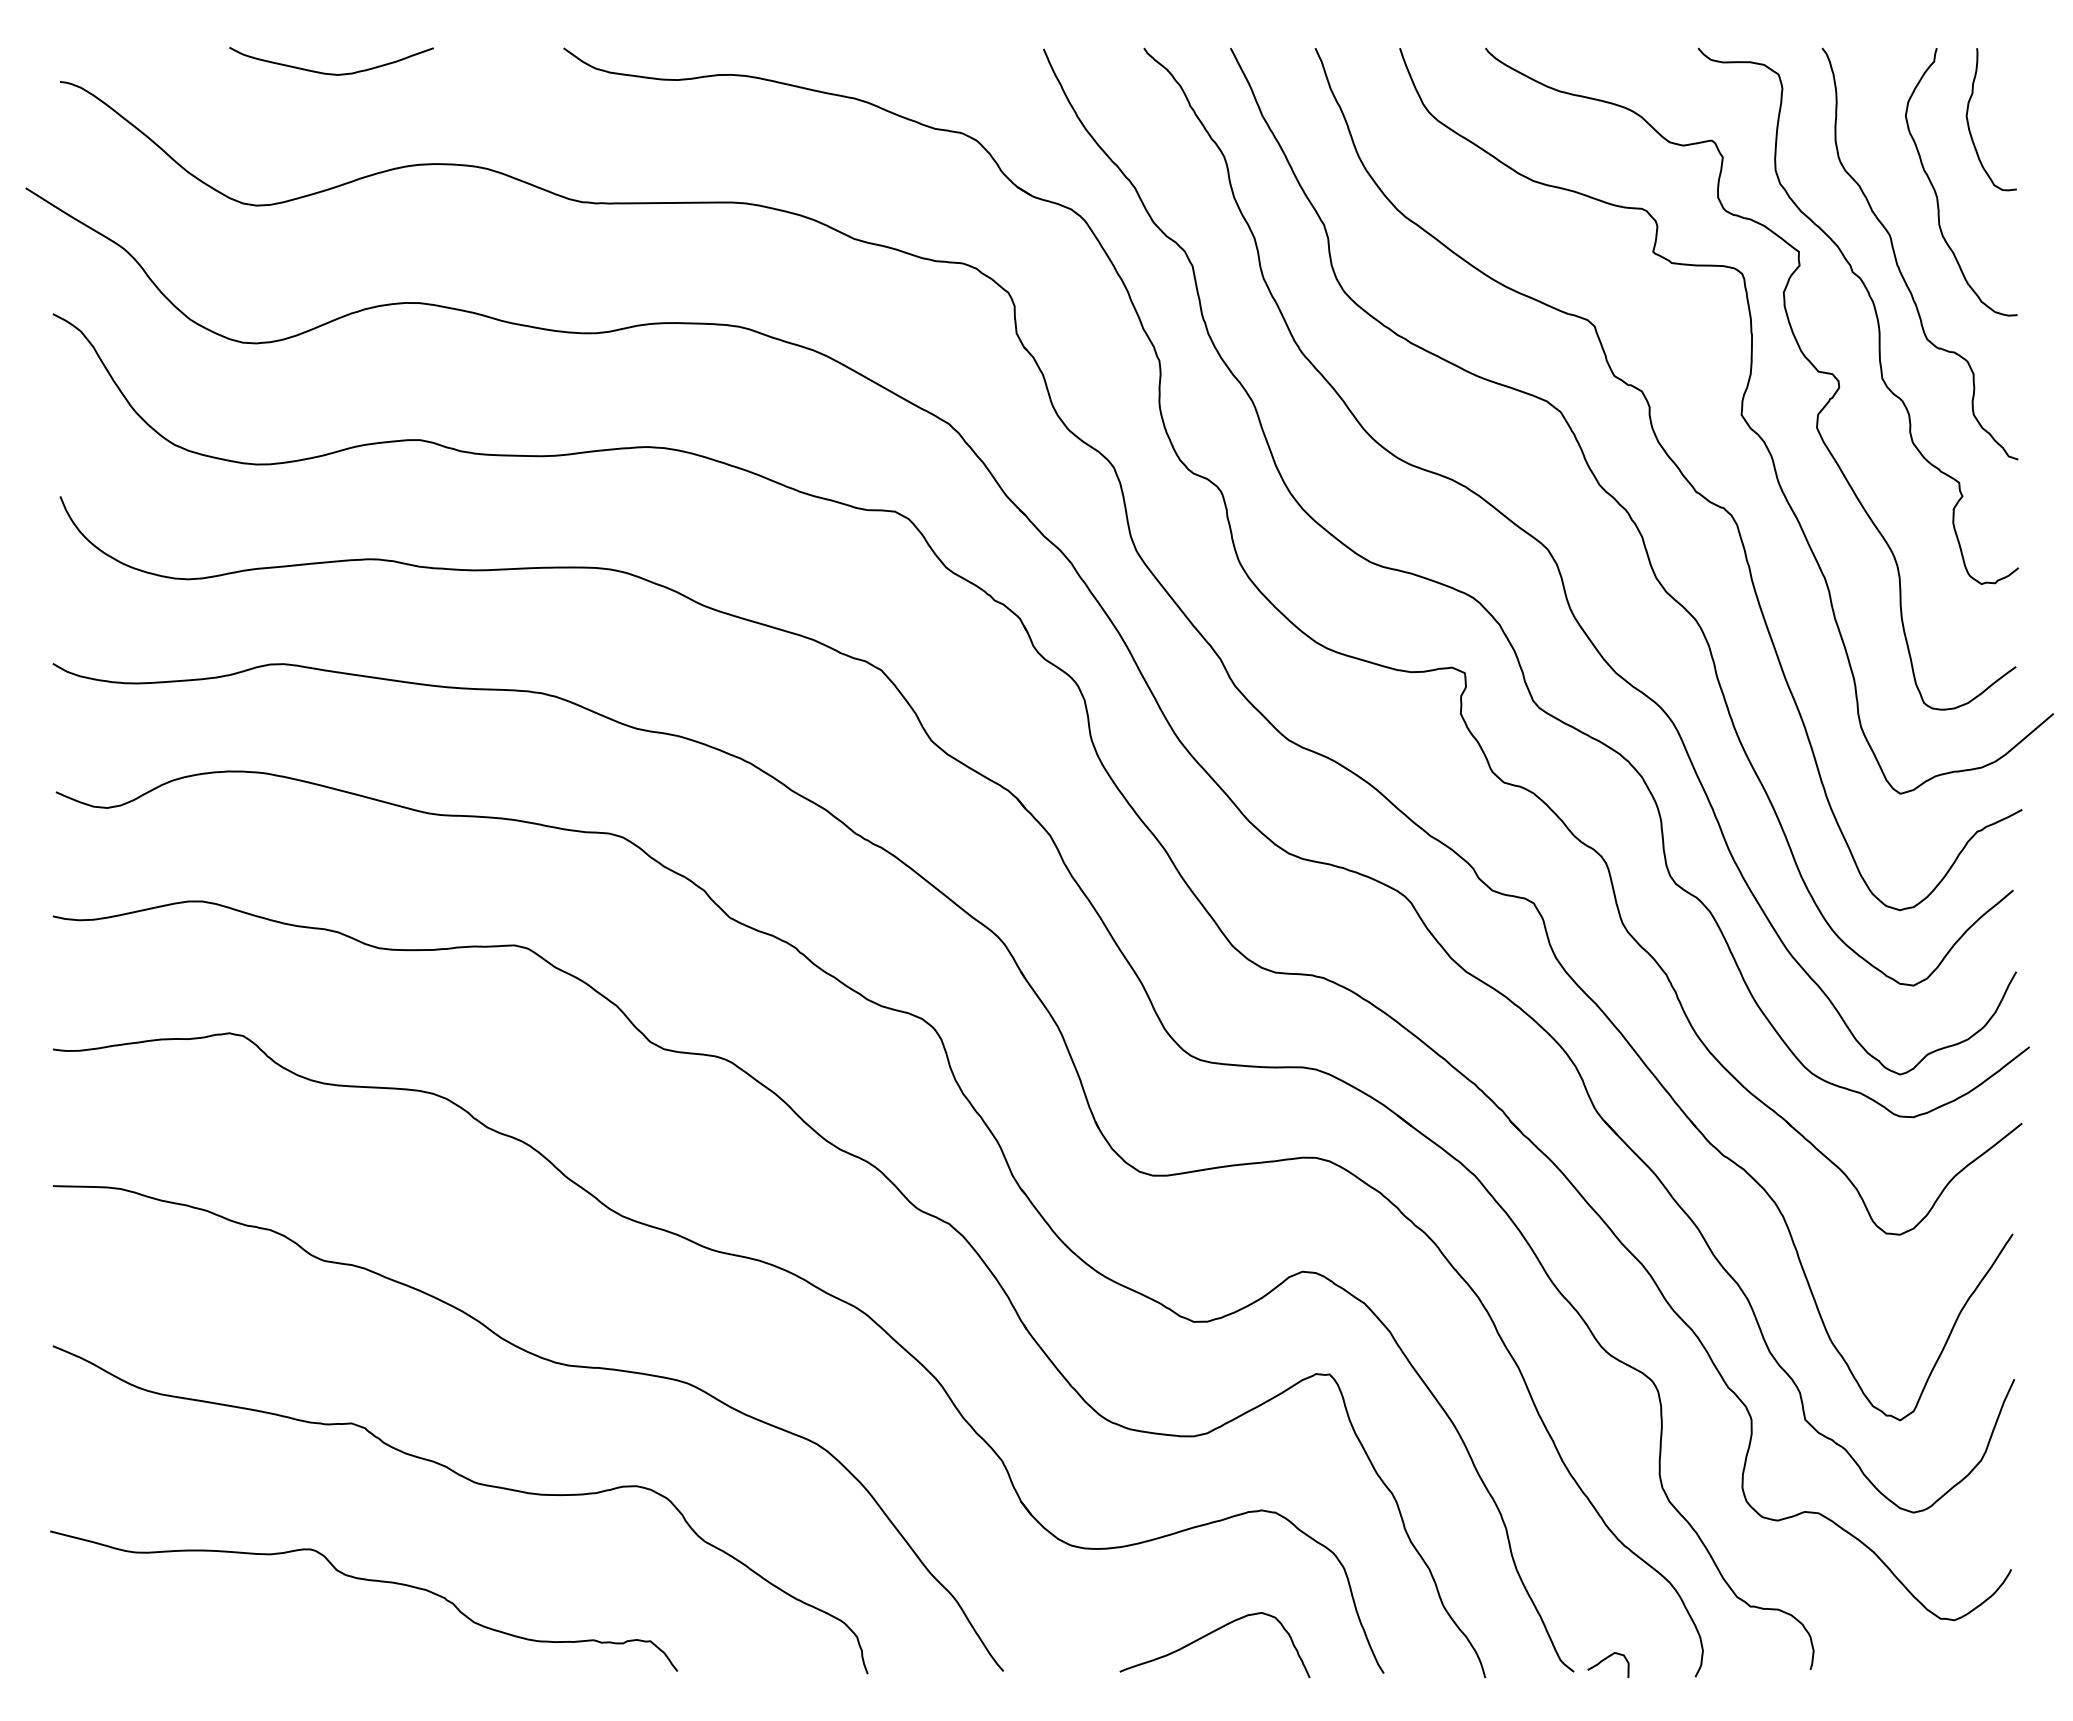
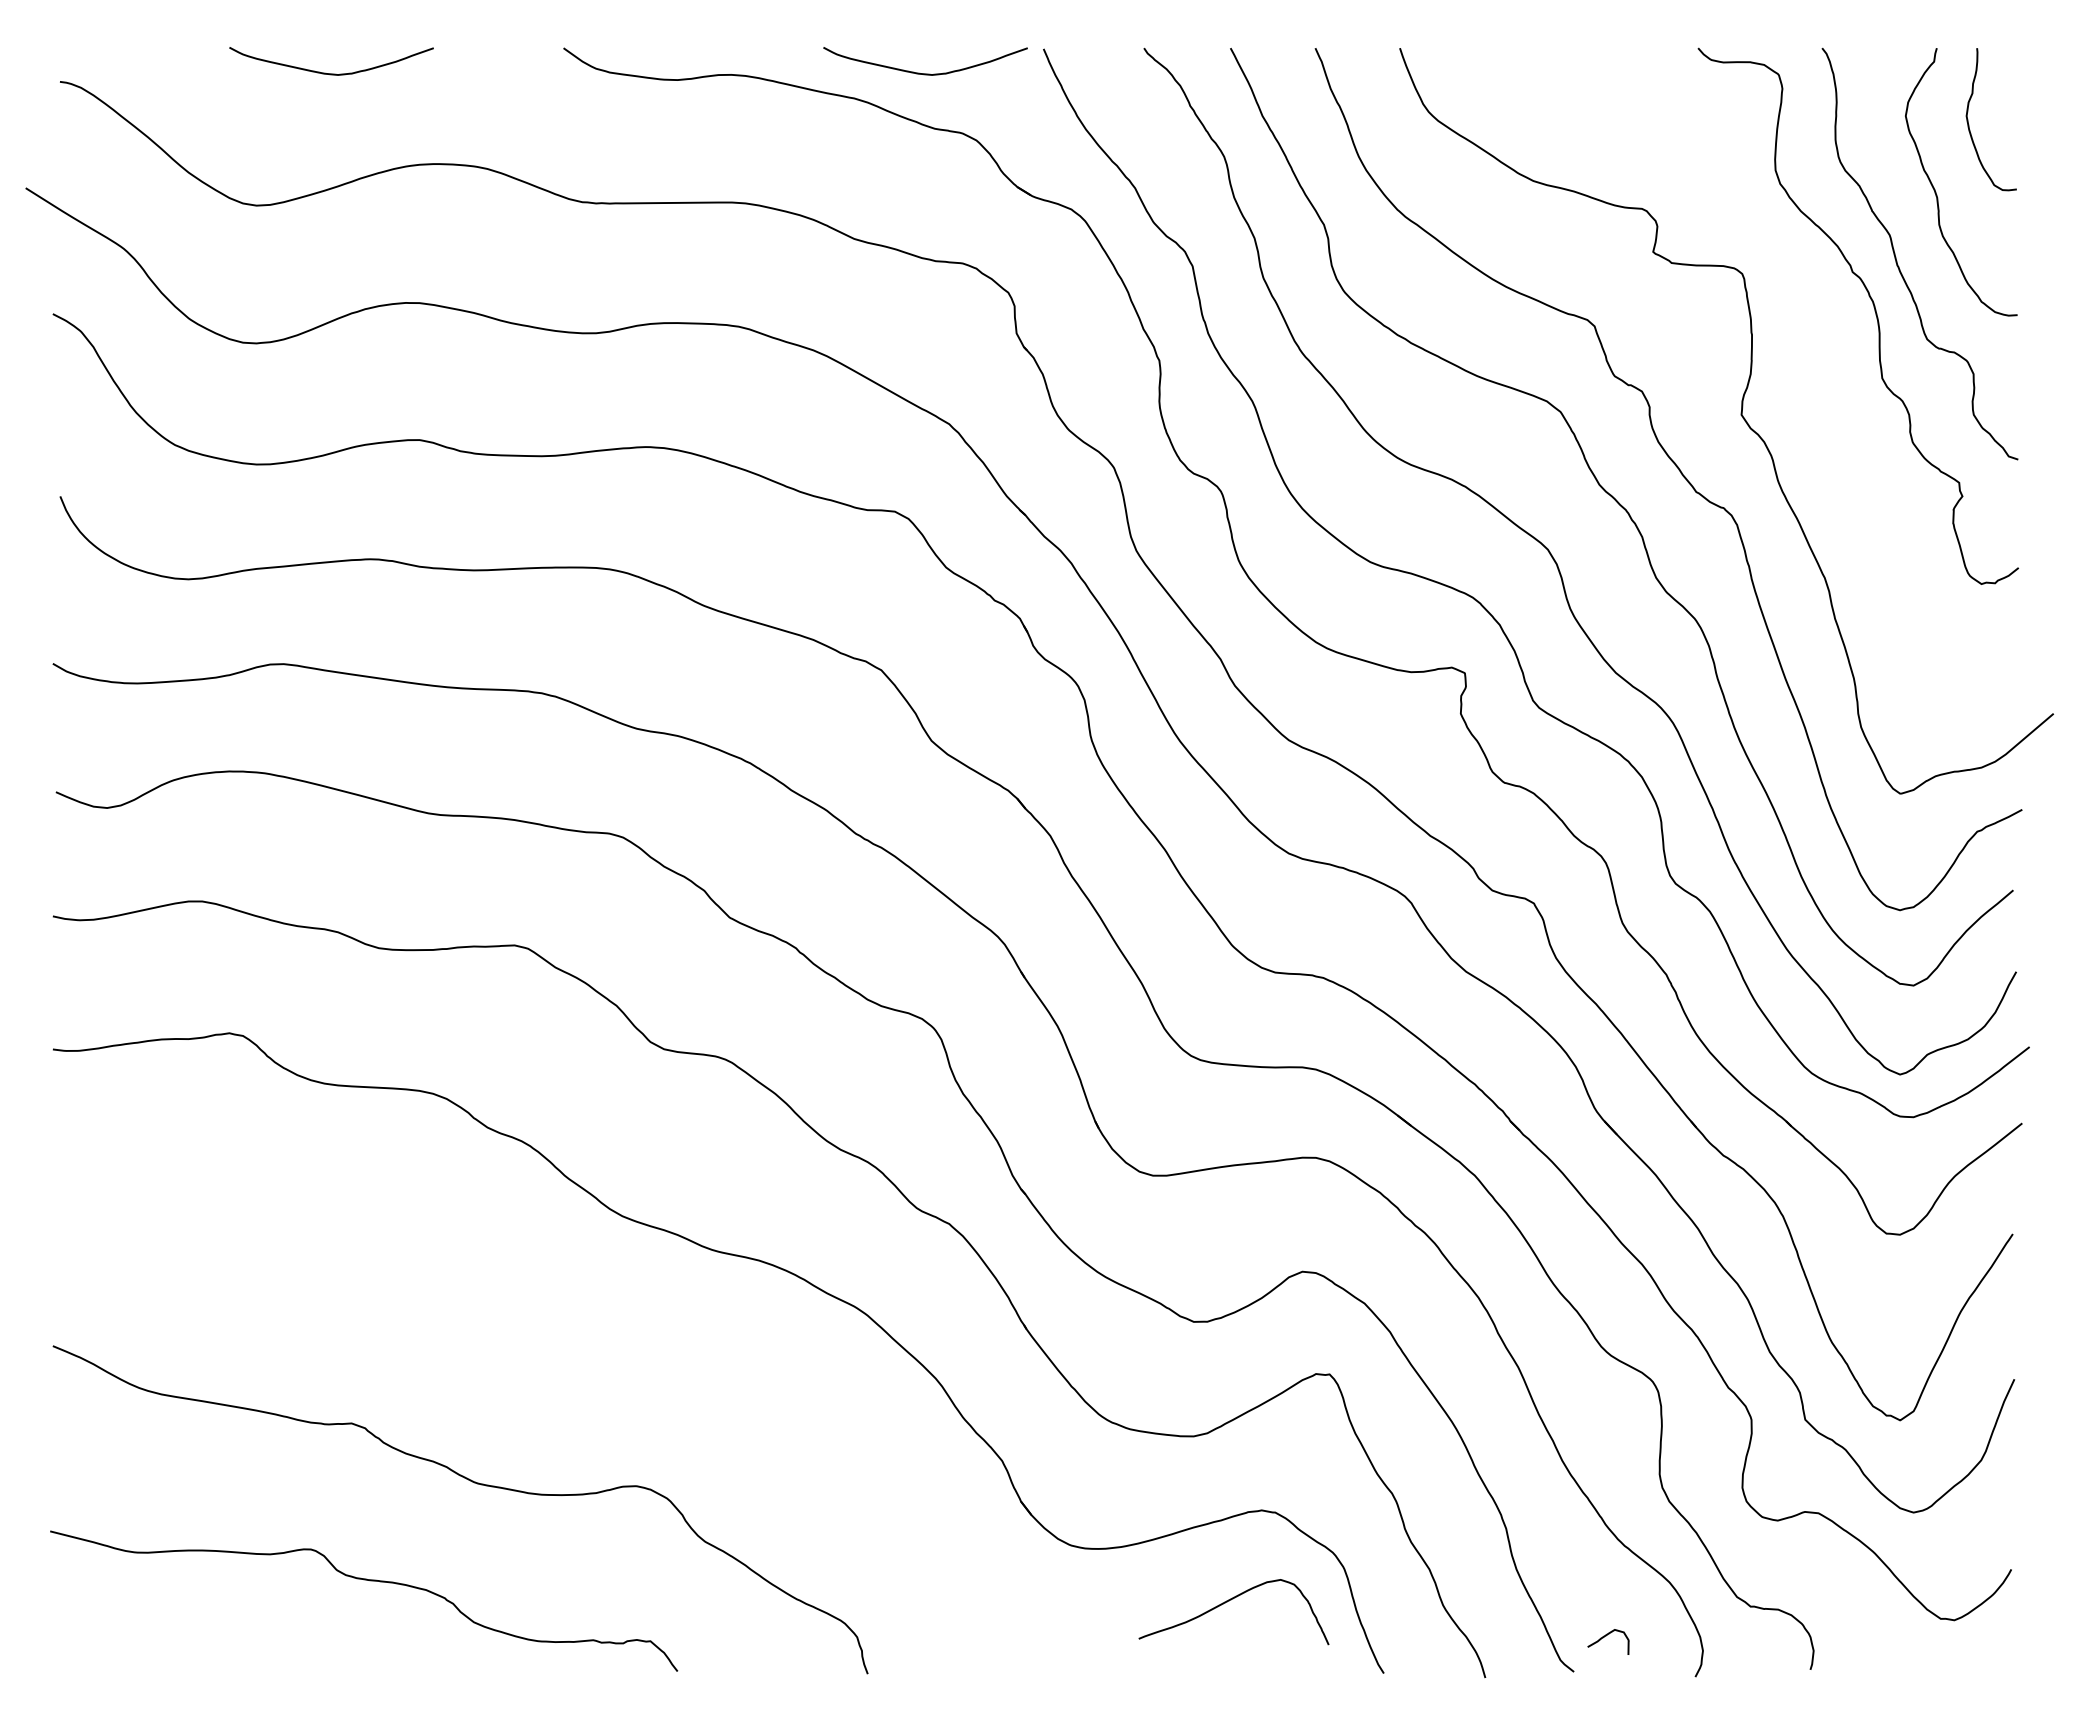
curve at (925, 73): none -> present
curve at (1799, 350): present -> none
curve at (551, 1362): present -> none
curve at (1208, 1635) position: (1208, 1635) -> (1227, 1602)
curve at (1606, 1659) position: (1606, 1659) -> (1606, 1636)
